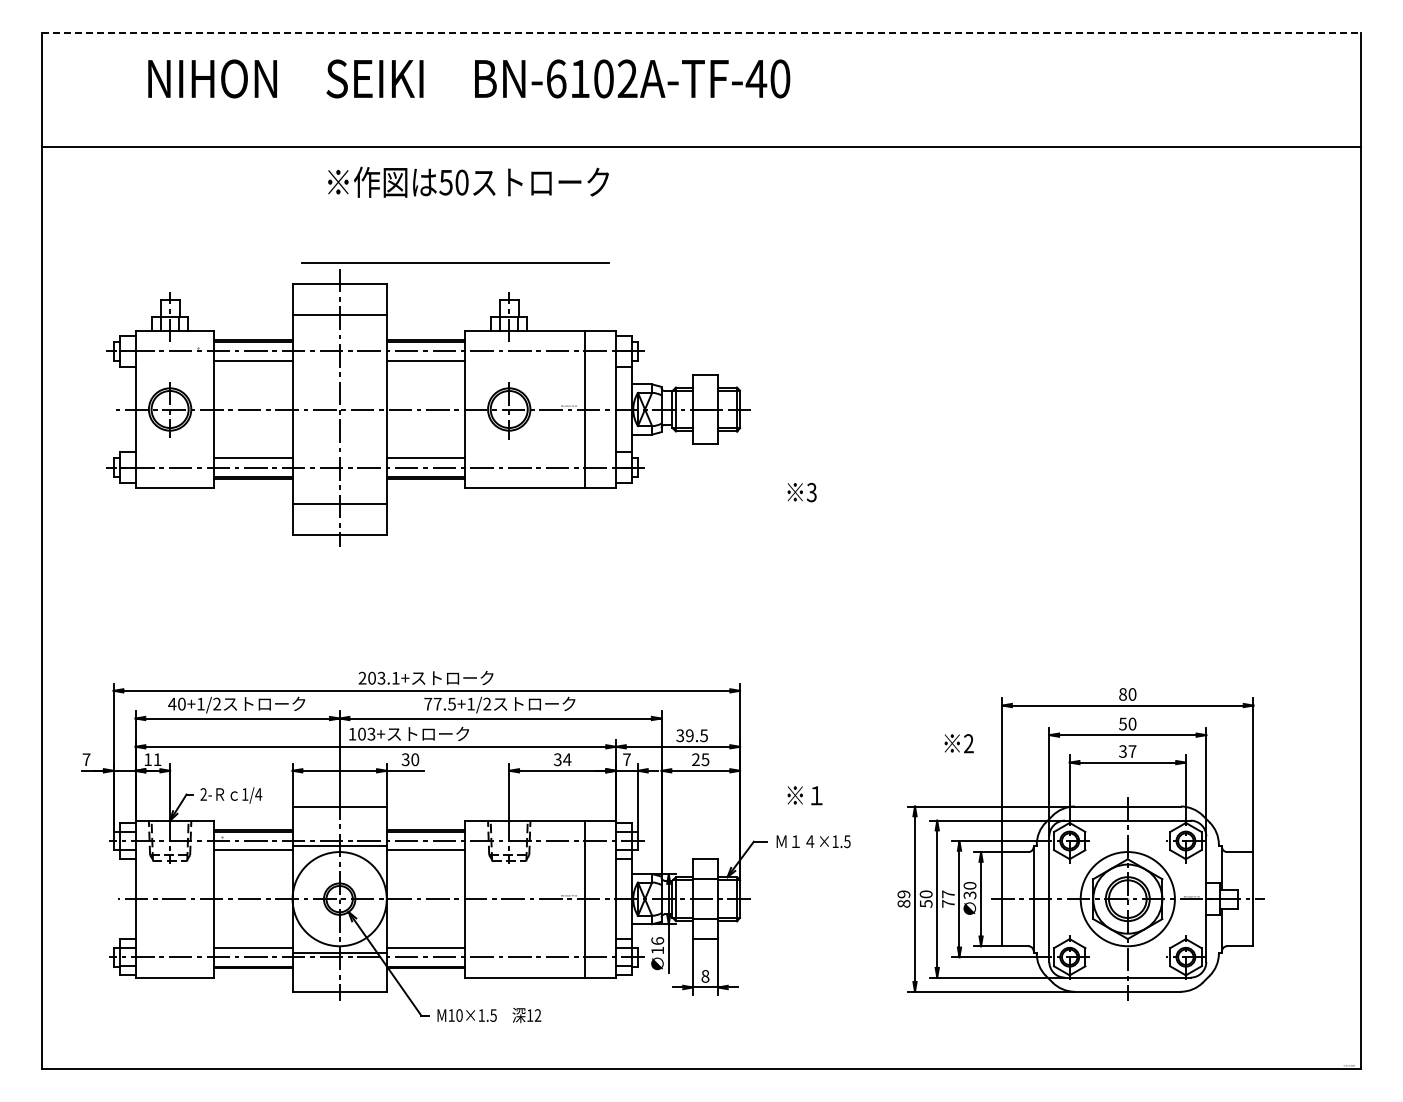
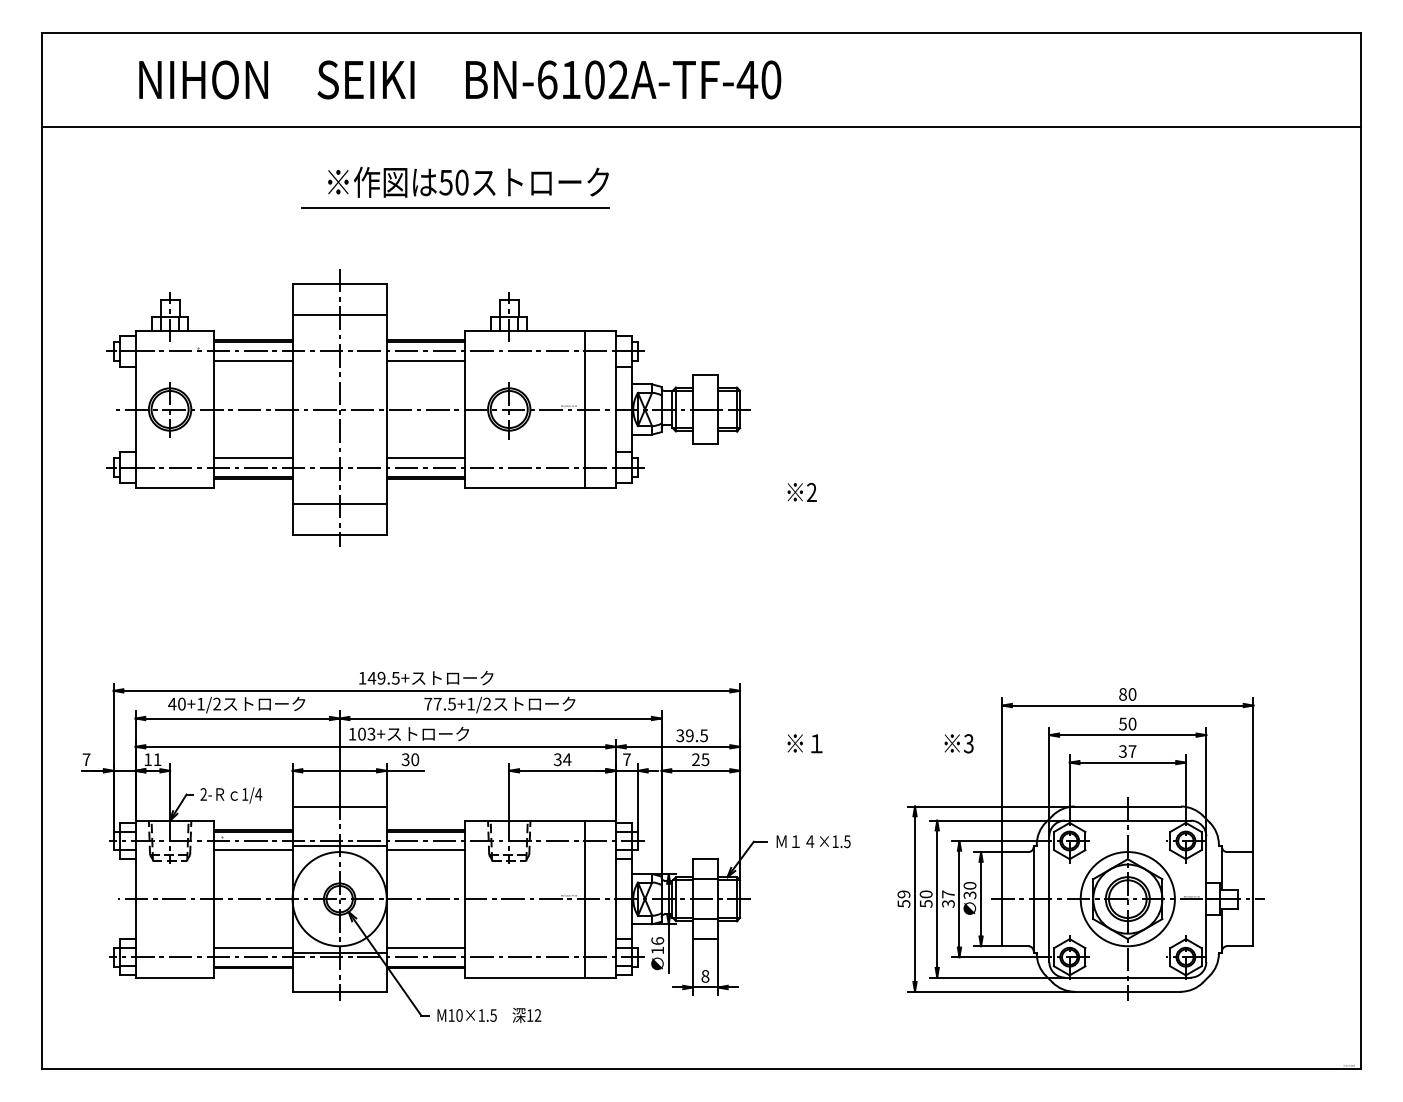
line at (701, 32): dashed -> solid
text at (469, 78) position: (469, 78) -> (460, 79)
line at (701, 147) position: (701, 147) -> (701, 127)
line at (455, 262) position: (455, 262) -> (455, 207)
text at (811, 492): 3 -> 2
text at (378, 677): 203.1+ -> 149.5+
text at (968, 743): 2 -> 3
text at (804, 795) position: (804, 795) -> (804, 743)
text at (903, 903): 89 -> 59
text at (948, 903): 77 -> 37
